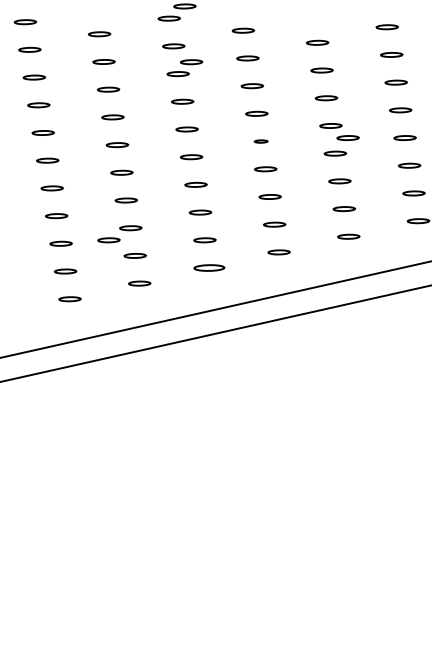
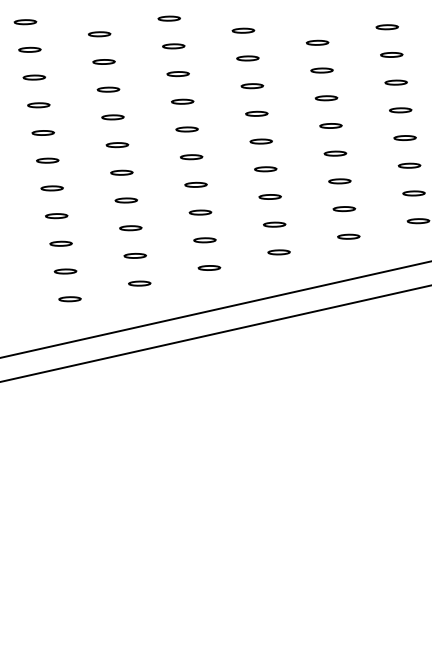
part at (184, 6): present -> none
part at (191, 62): present -> none
part at (347, 137): present -> none
part at (260, 141) size: 16x5 px -> 24x7 px
part at (108, 240): present -> none
part at (209, 267) size: 33x8 px -> 25x6 px
